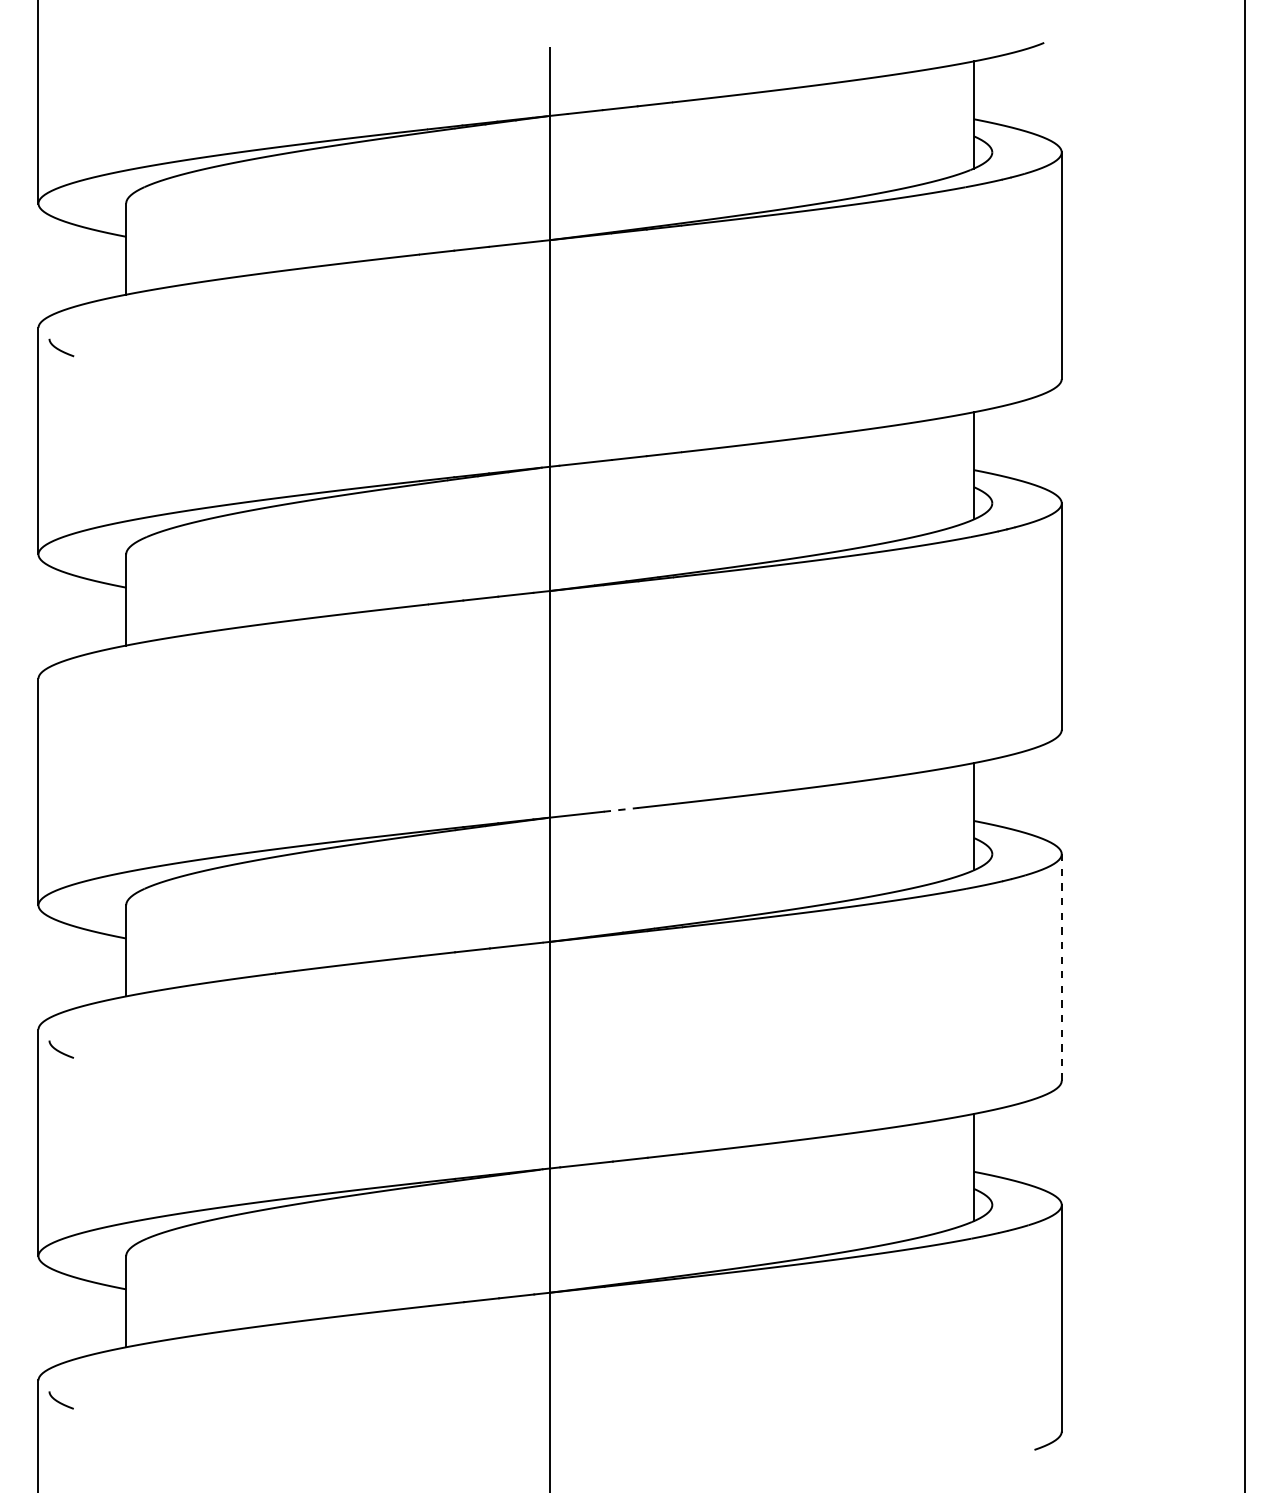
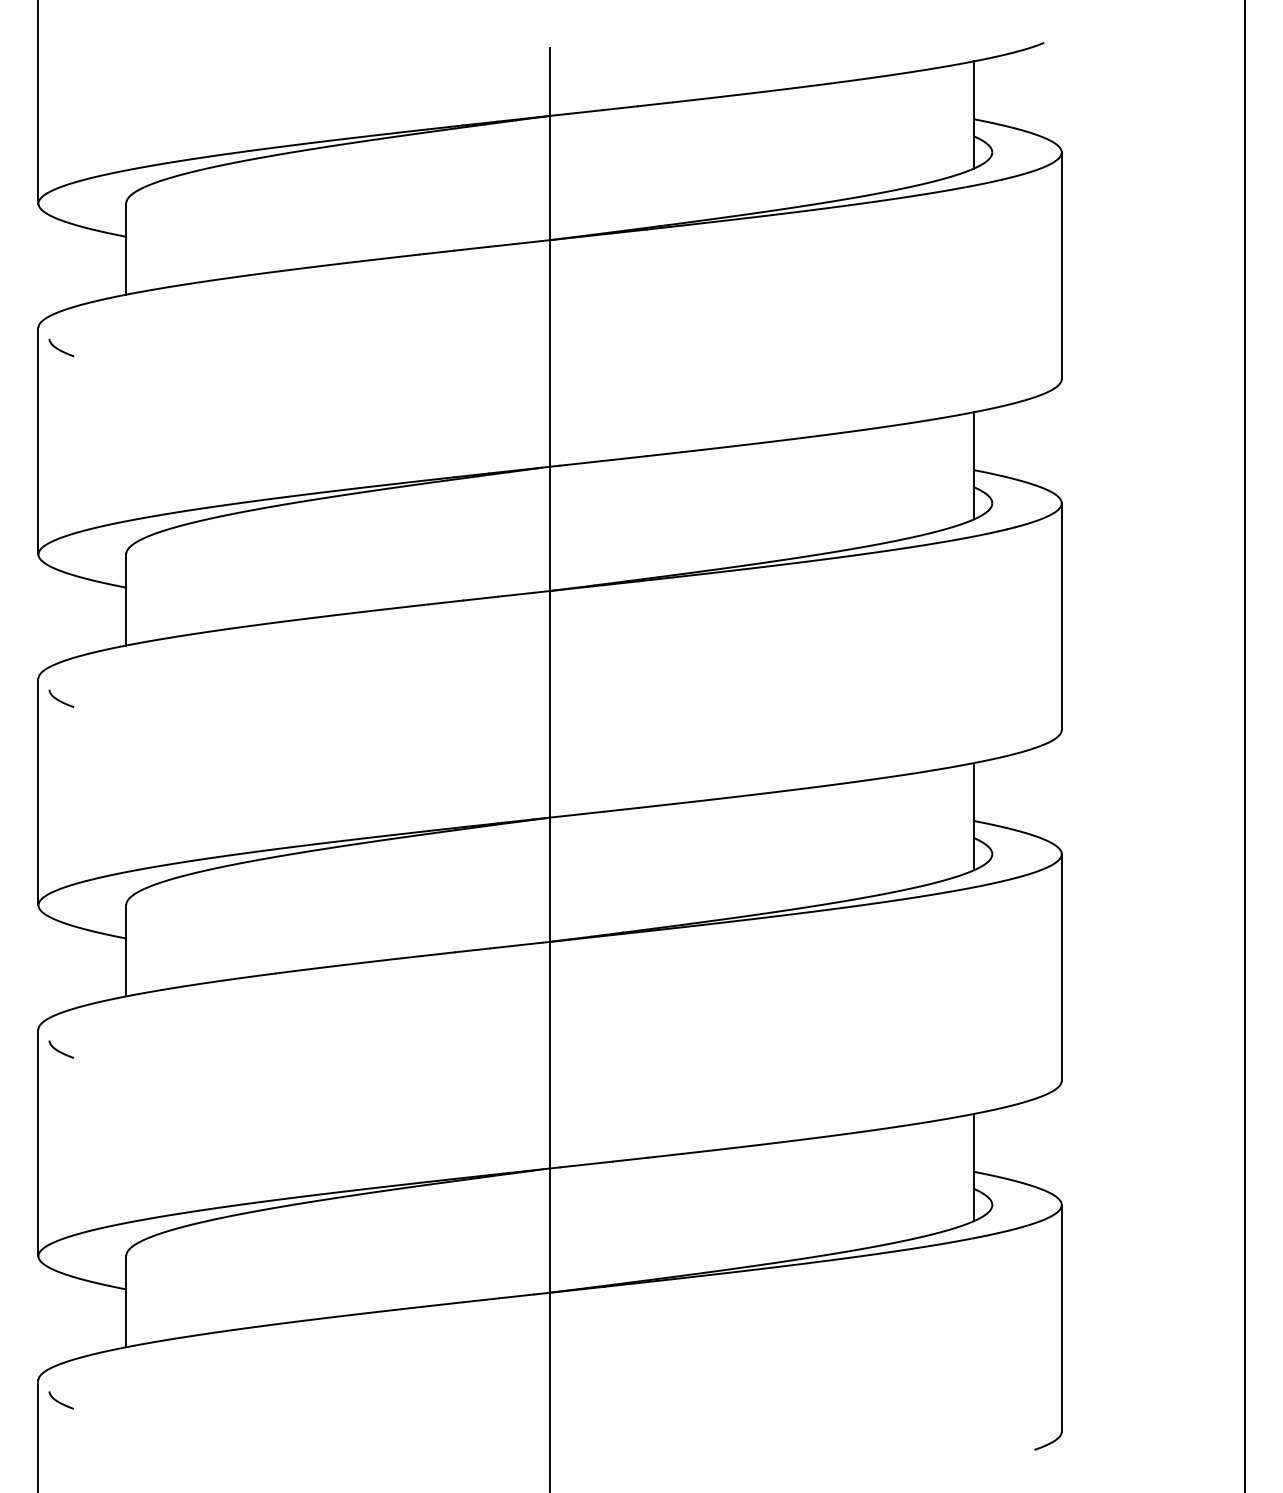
curve at (61, 700): none -> present
line at (621, 809): dashed -> solid
line at (1061, 966): dashed -> solid
